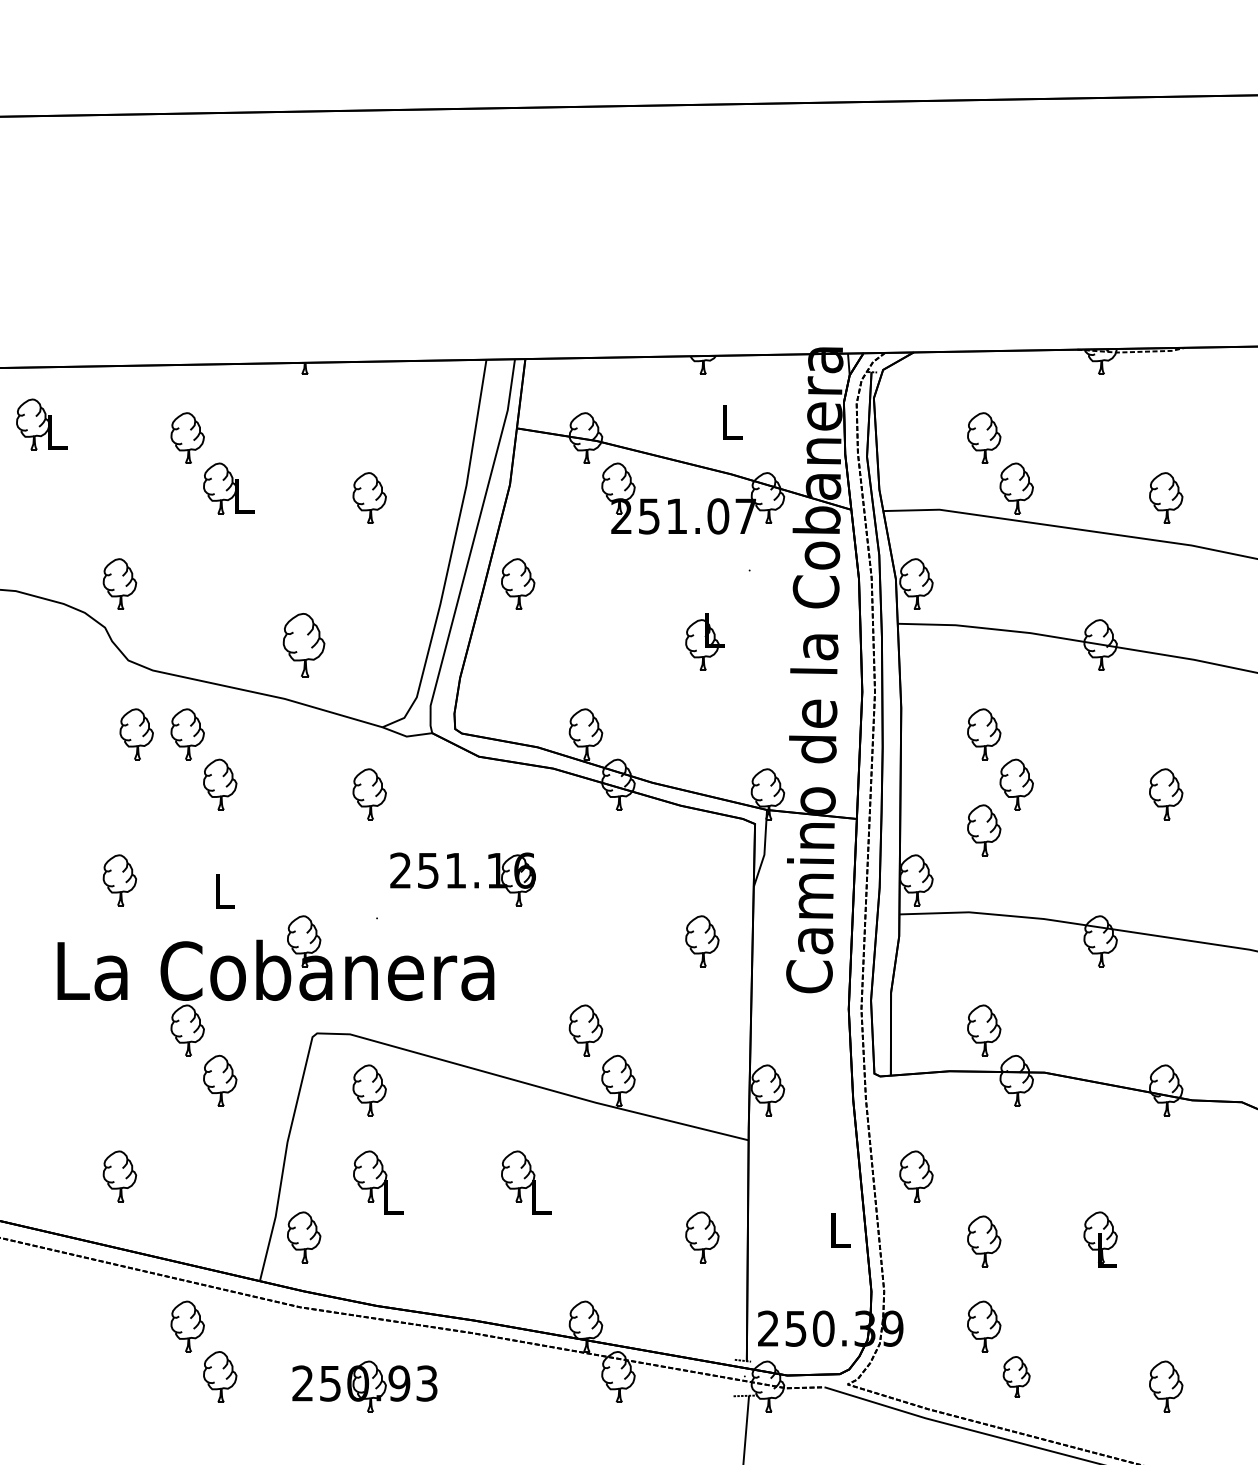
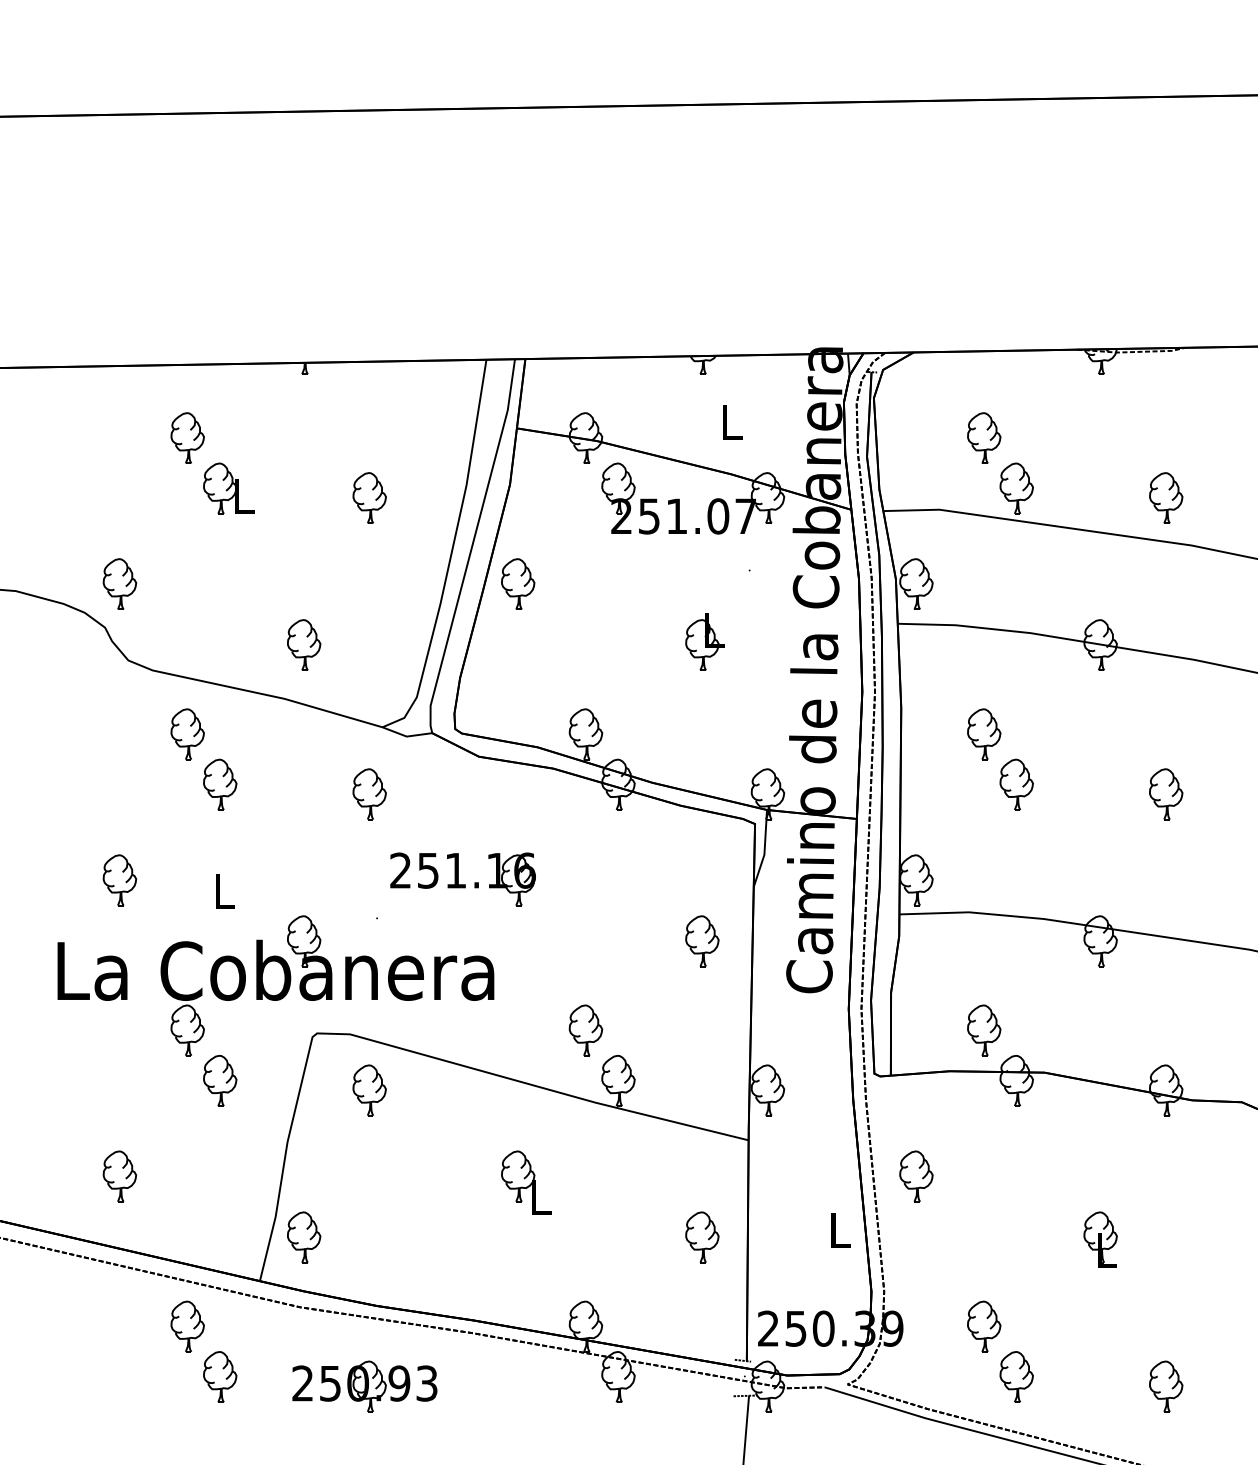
part at (41, 424): present -> none
part at (303, 645) size: 44x65 px -> 35x52 px
part at (136, 734): present -> none
part at (984, 830): present -> none
part at (378, 1182): present -> none
part at (984, 1241): present -> none
part at (1016, 1376) size: 29x42 px -> 35x52 px
